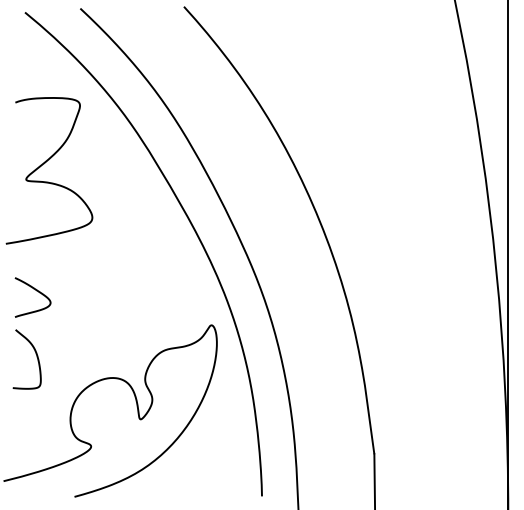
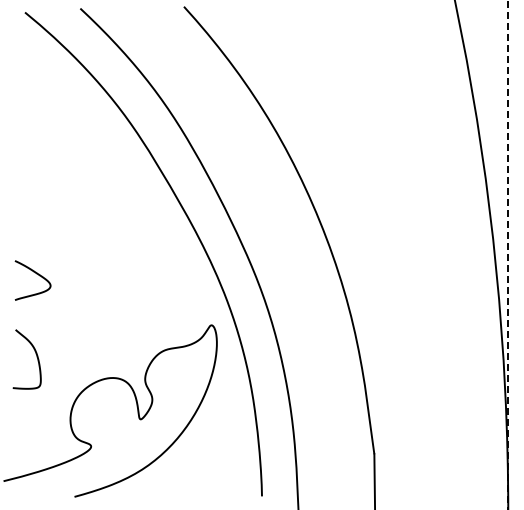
curve at (44, 164): present -> none
line at (508, 254): solid -> dashed
curve at (36, 291) position: (36, 291) -> (36, 274)
